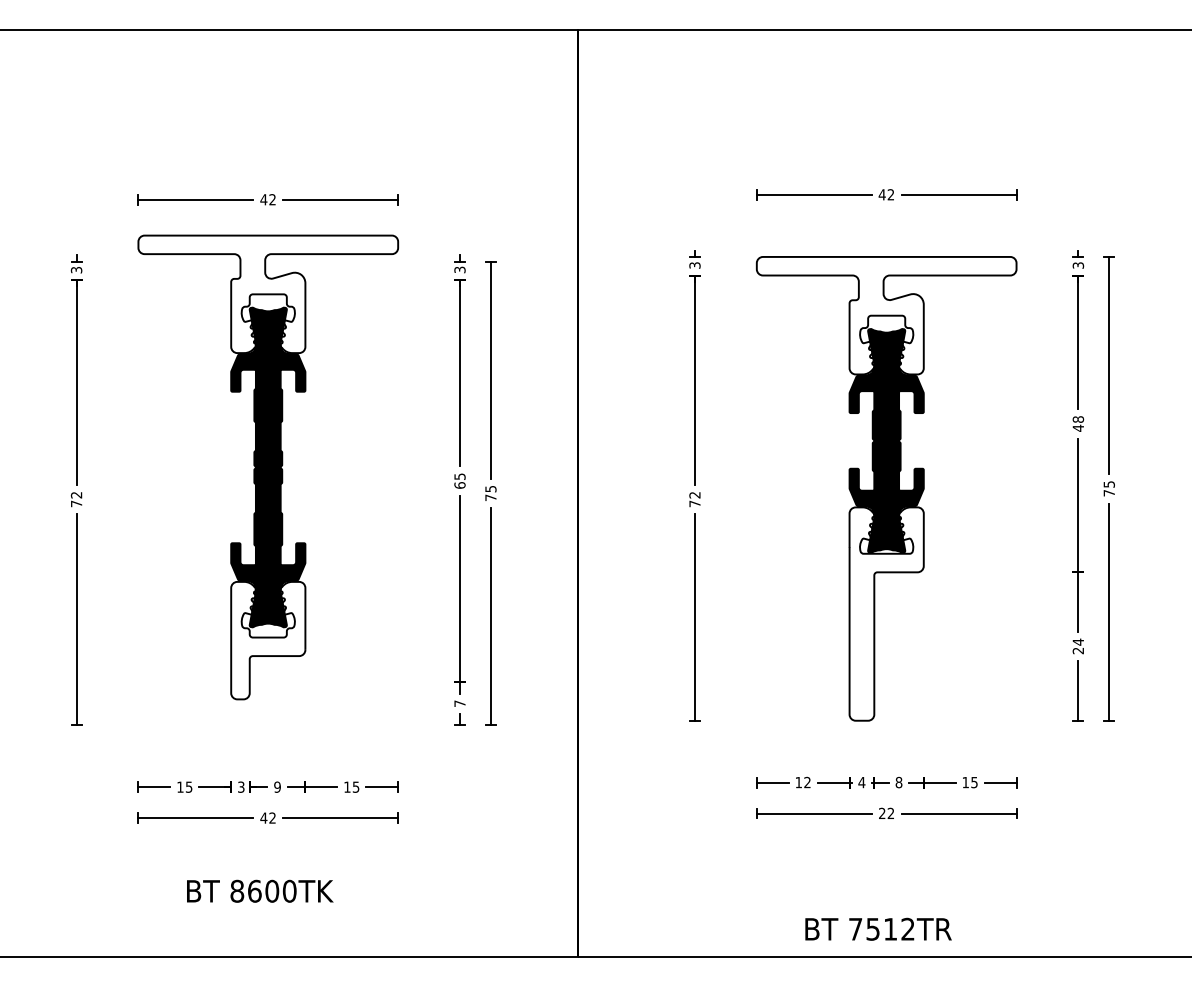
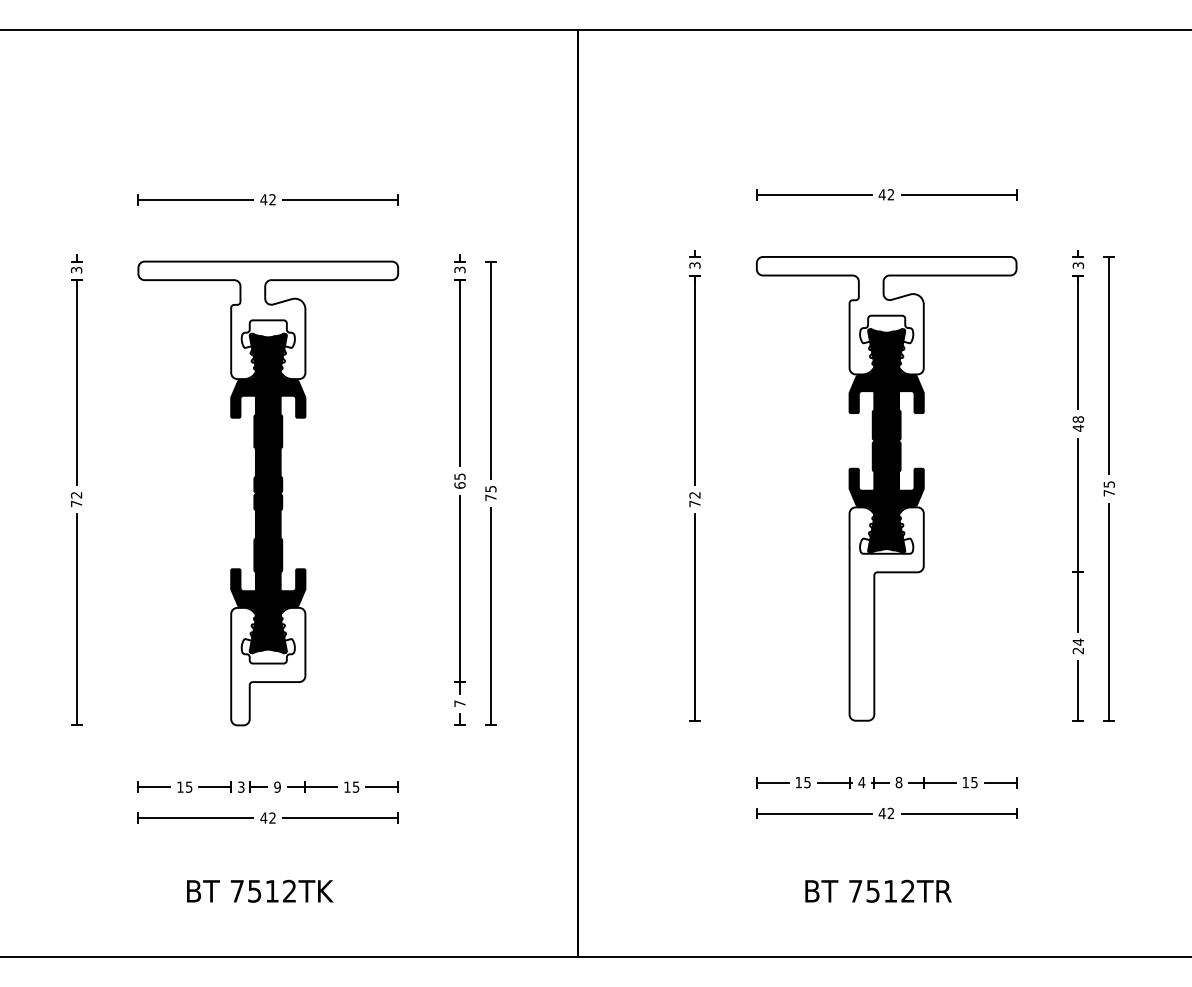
part at (268, 467) position: (268, 467) -> (268, 493)
text at (807, 782): 12 -> 15
text at (881, 812): 22 -> 42
text at (263, 890): 8600TK -> 7512TK
text at (878, 928) position: (878, 928) -> (878, 890)
